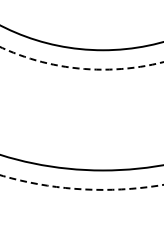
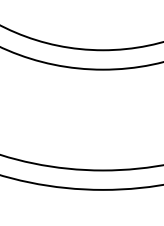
circle at (81, 58): dashed -> solid
circle at (81, 182): dashed -> solid
